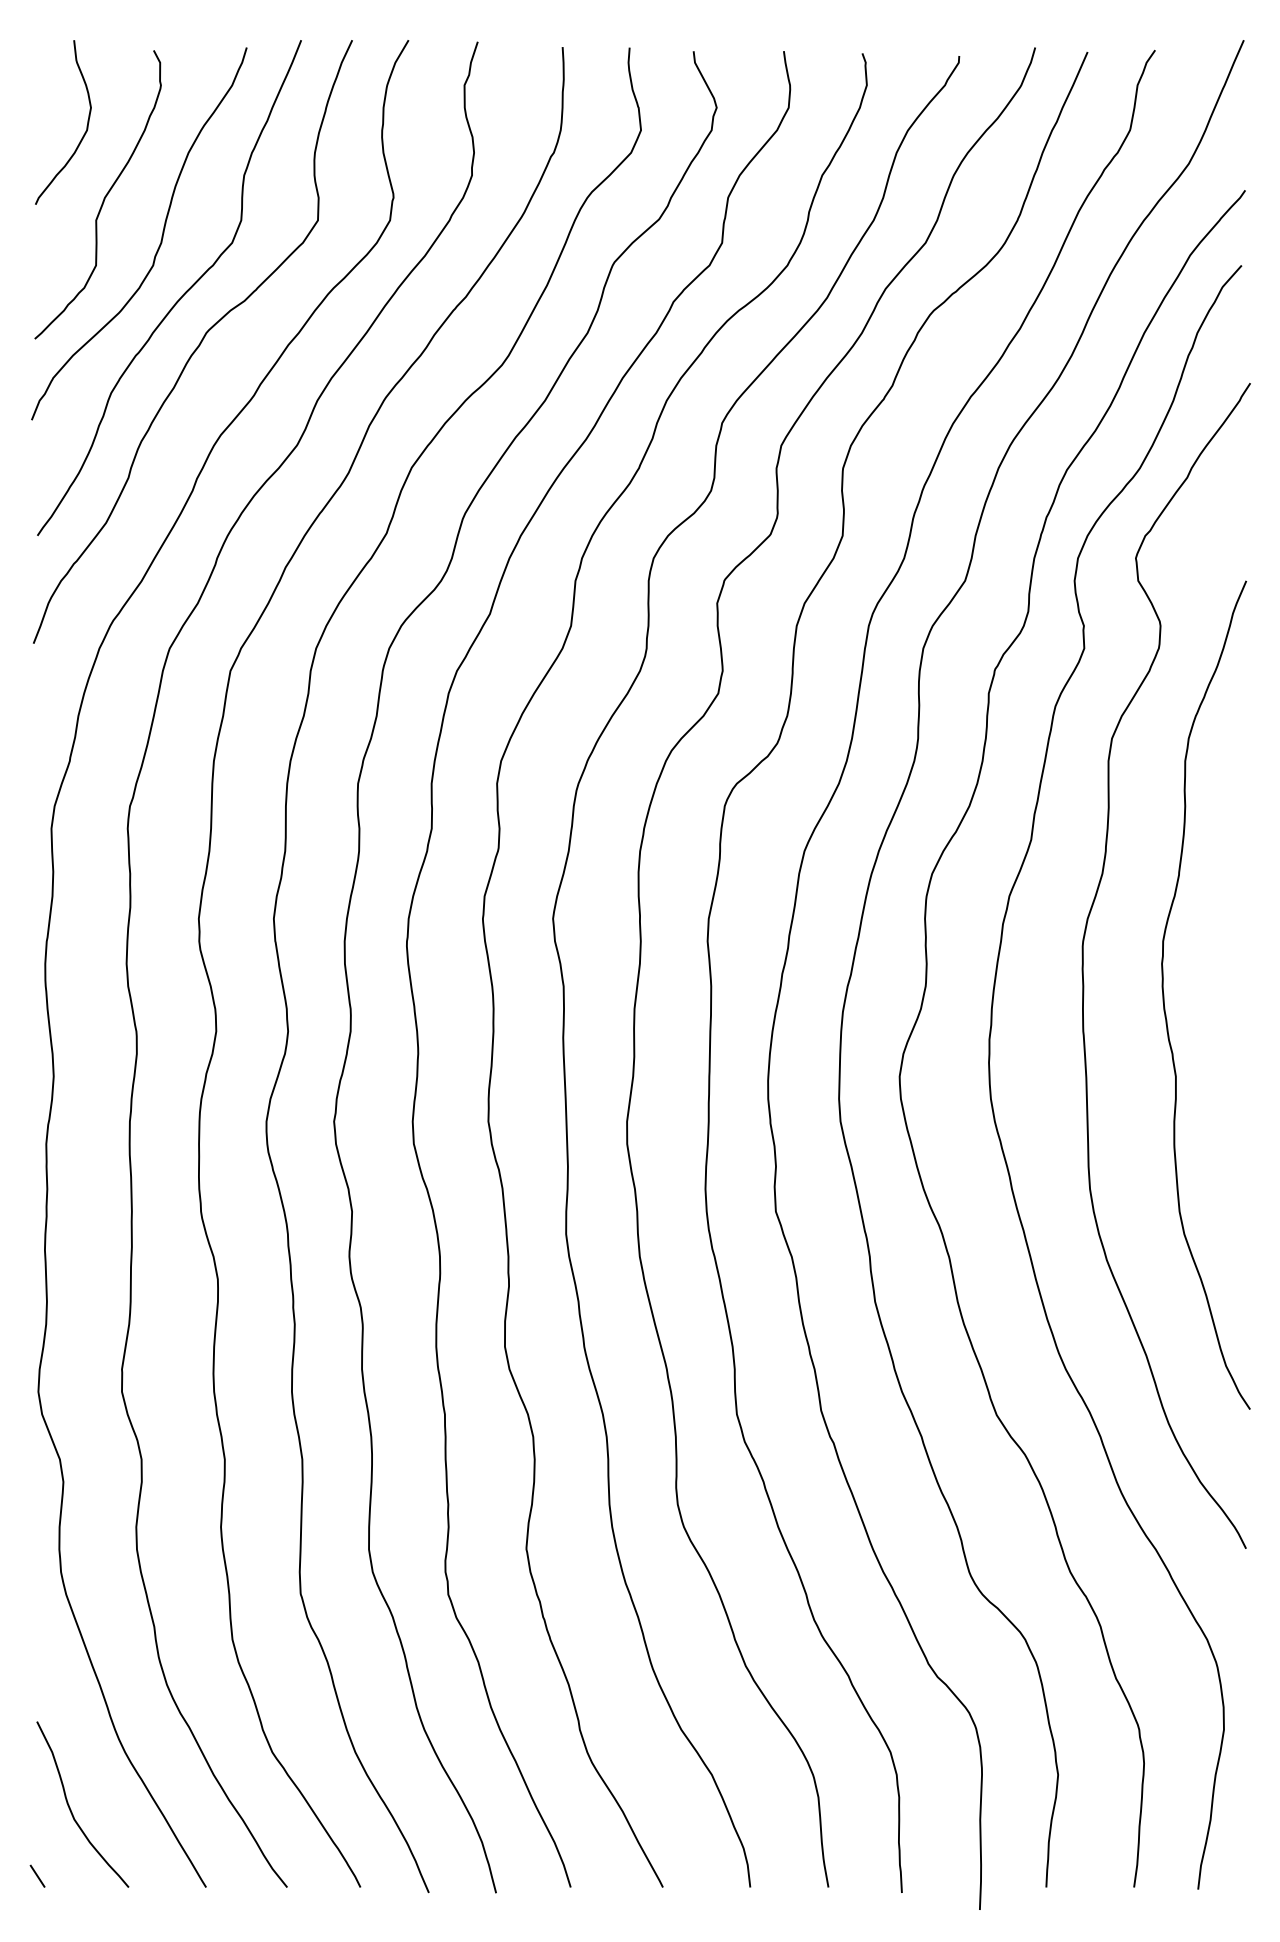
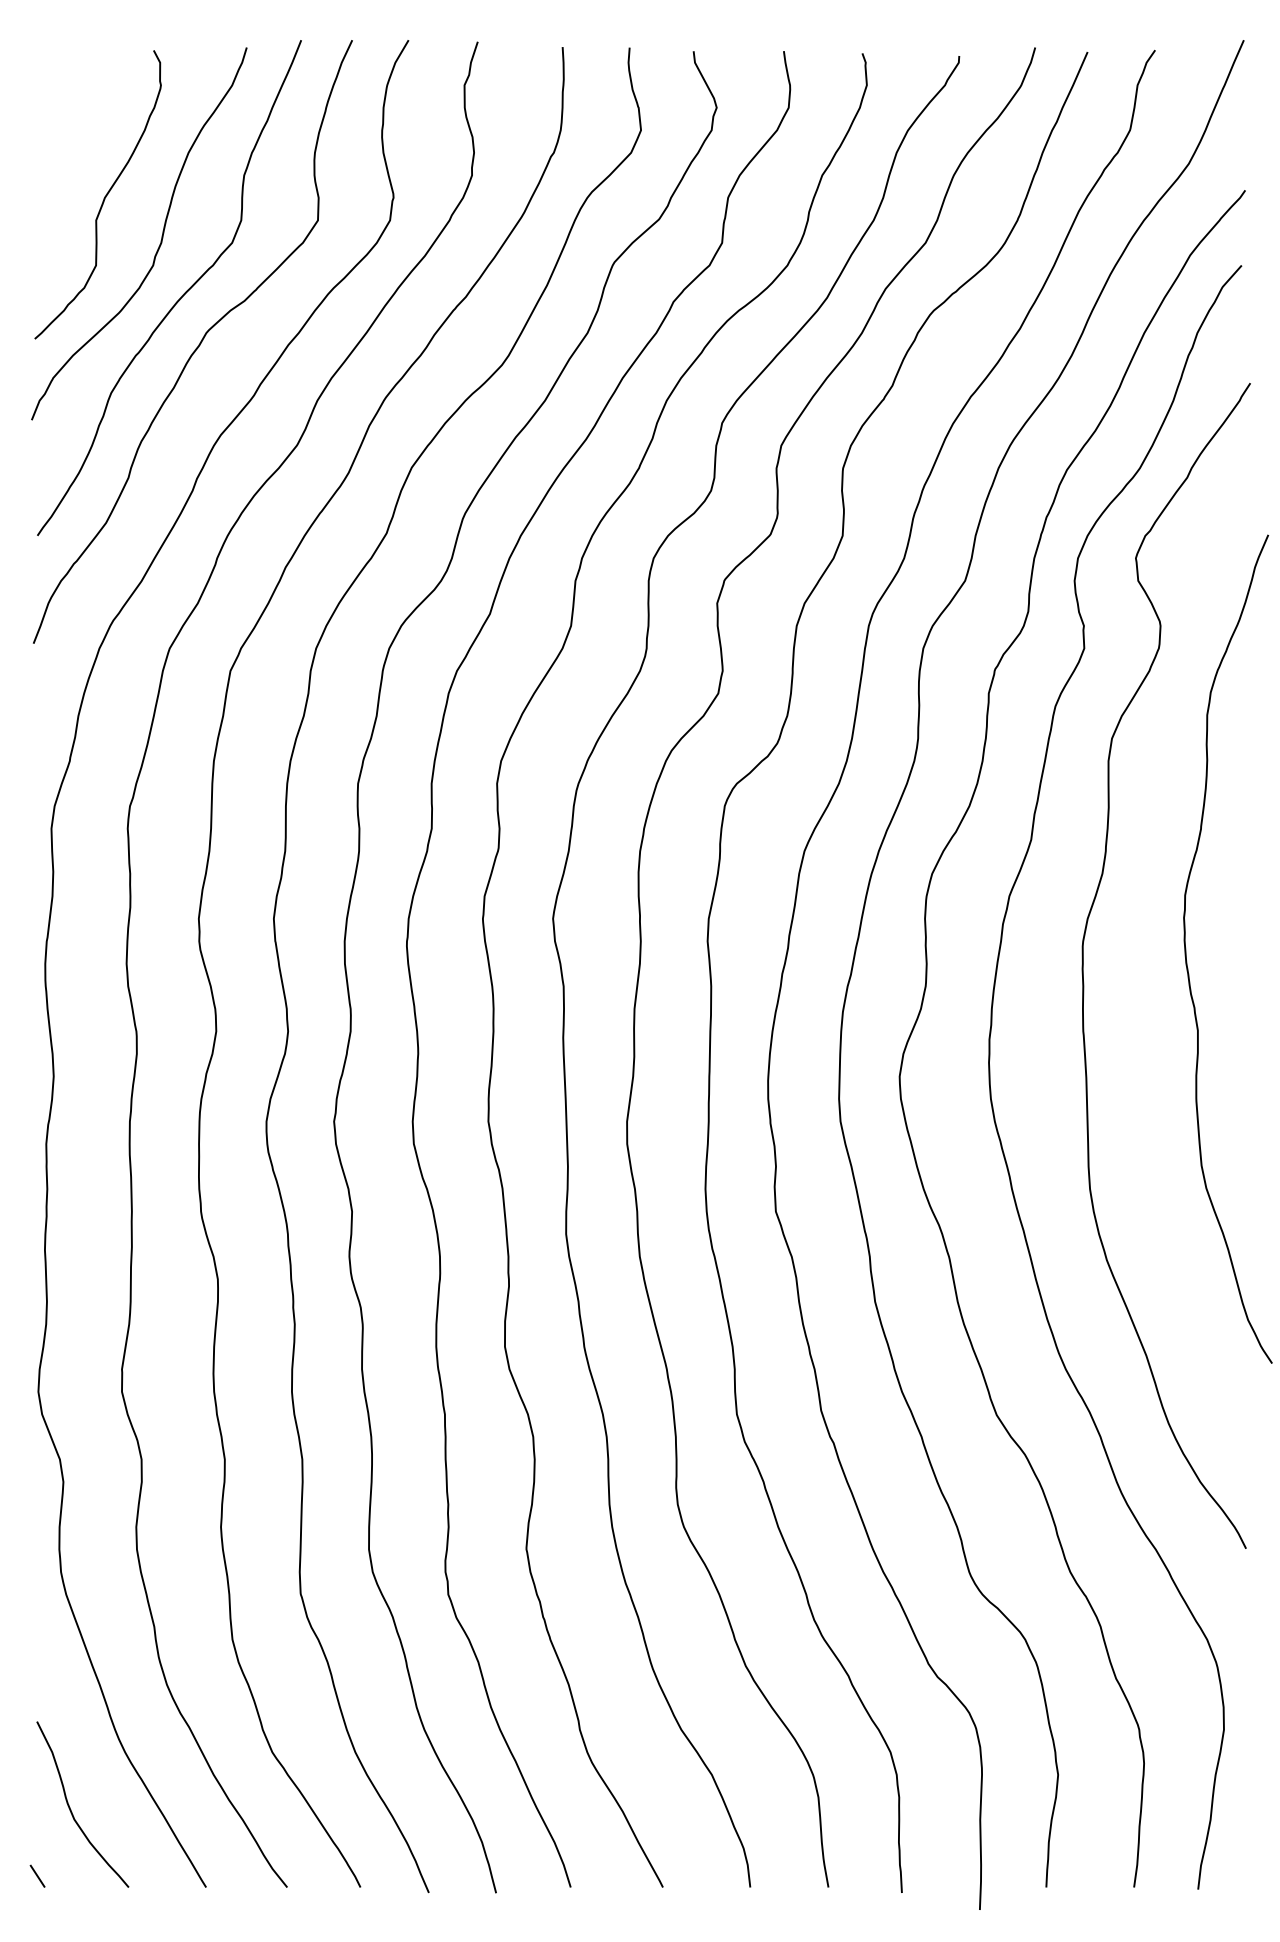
curve at (86, 125): present -> none
curve at (1164, 994) position: (1164, 994) -> (1186, 948)
